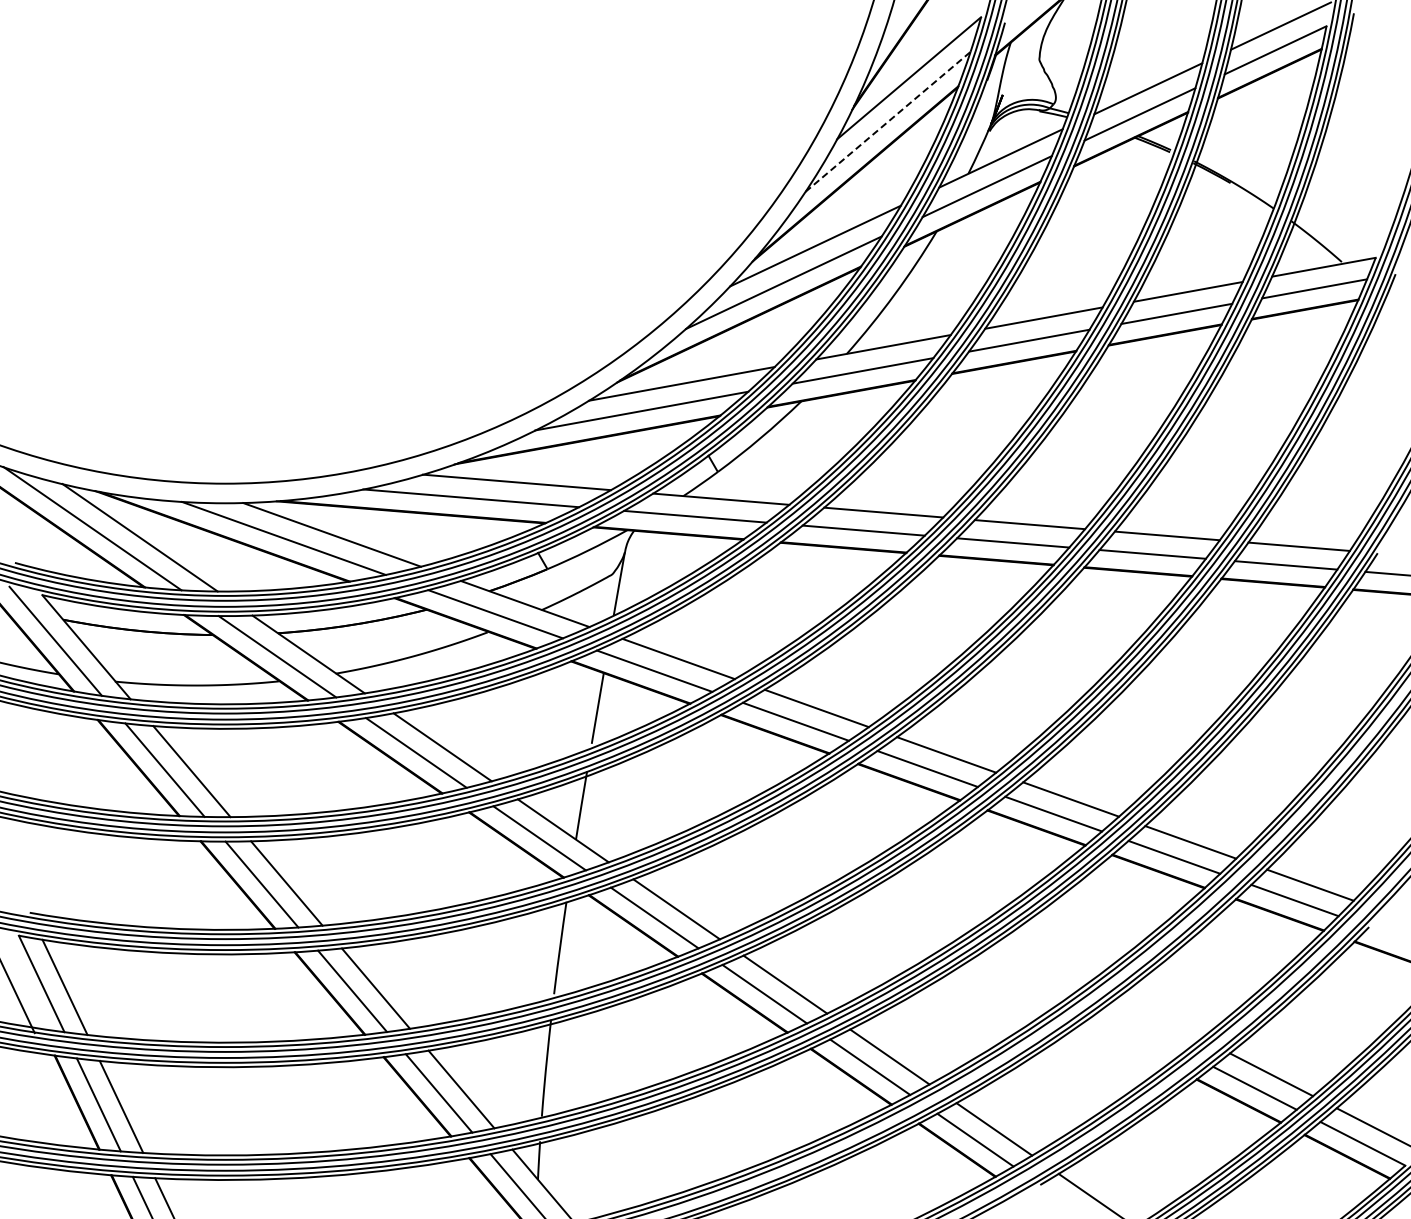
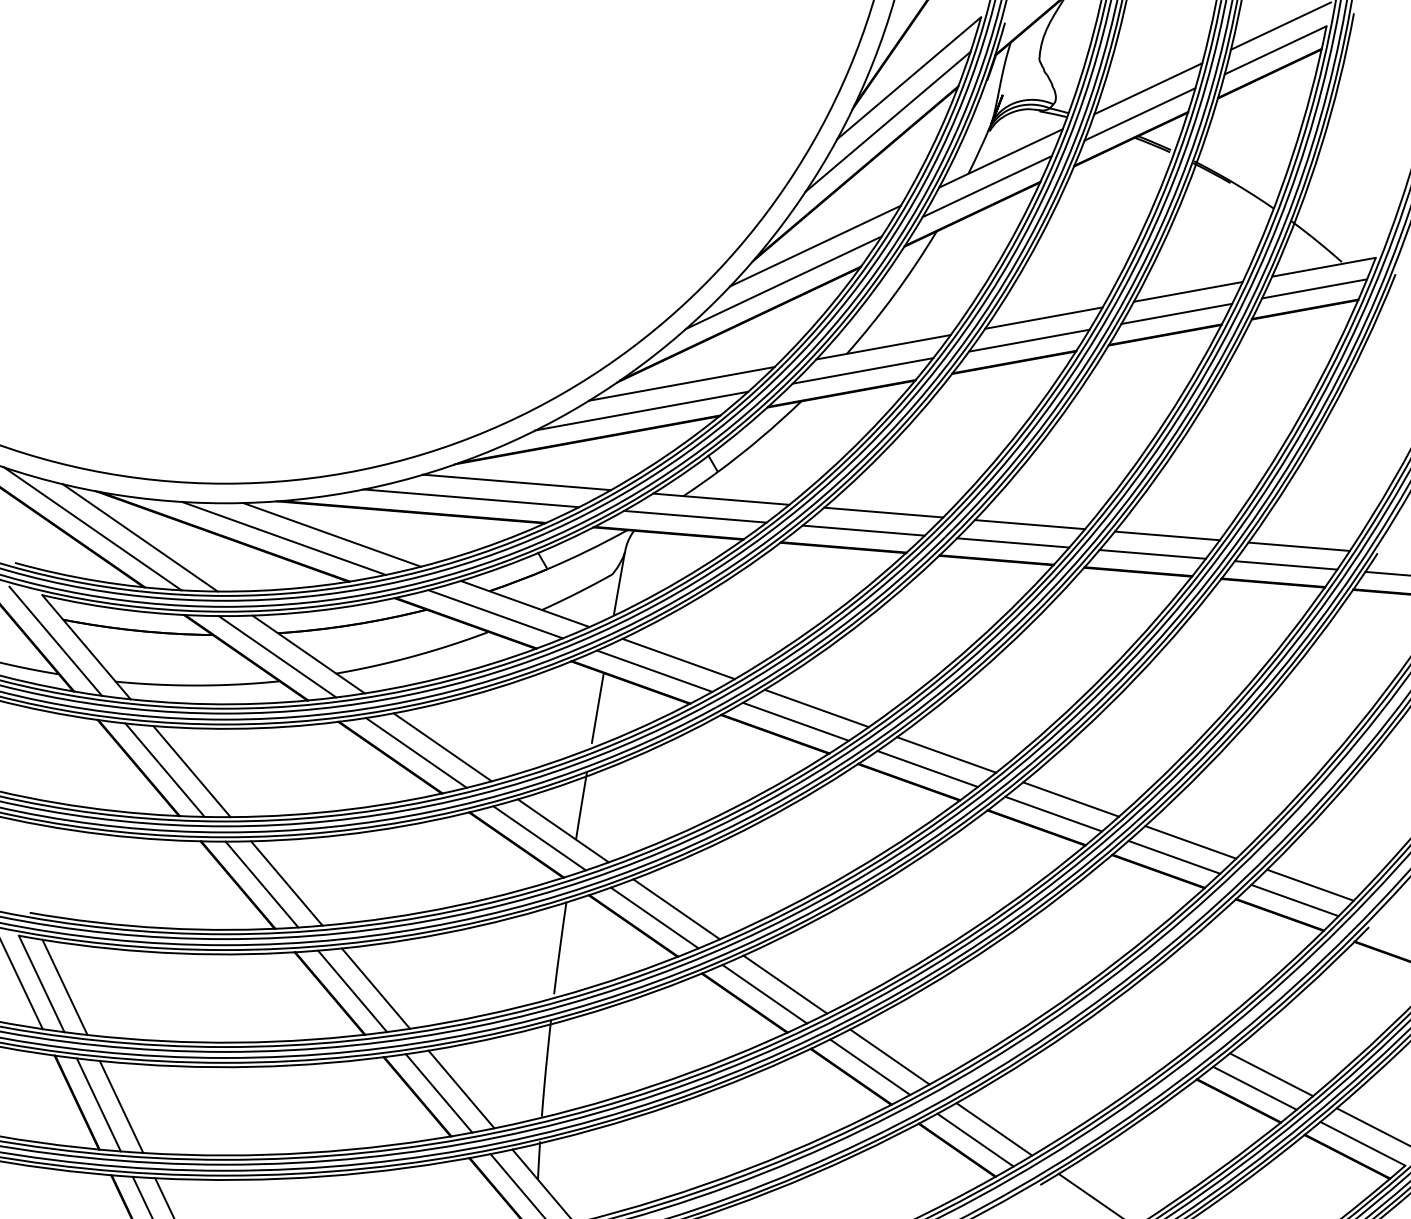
line at (888, 121): dashed -> solid
line at (18, 998) position: (18, 998) -> (22, 986)
